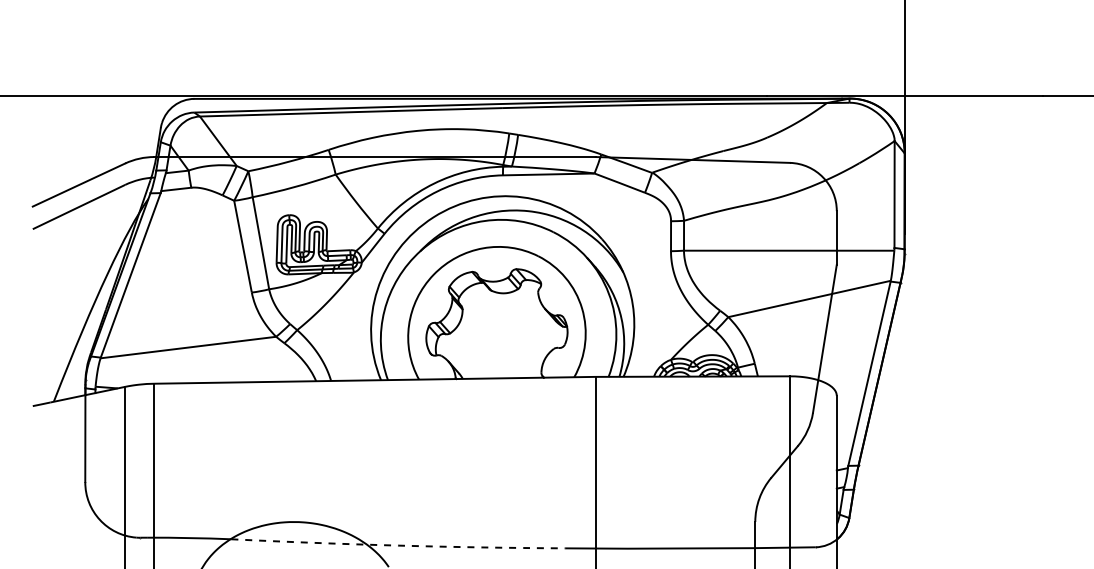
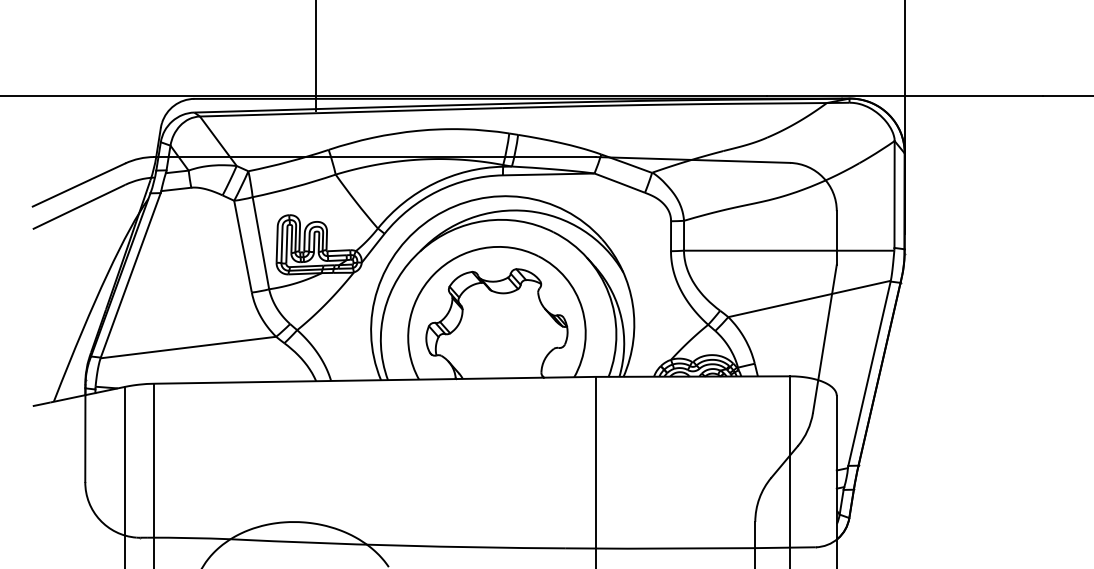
line at (315, 56): none -> present
arc at (398, 545): dashed -> solid
